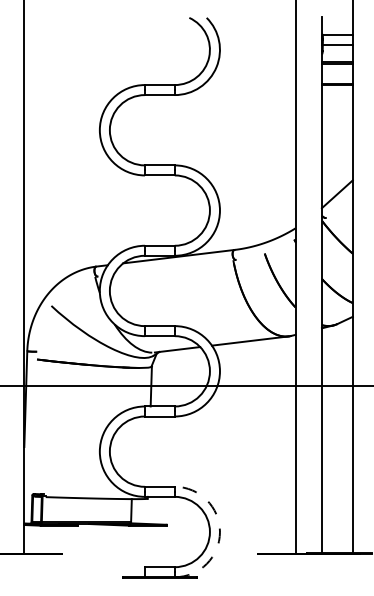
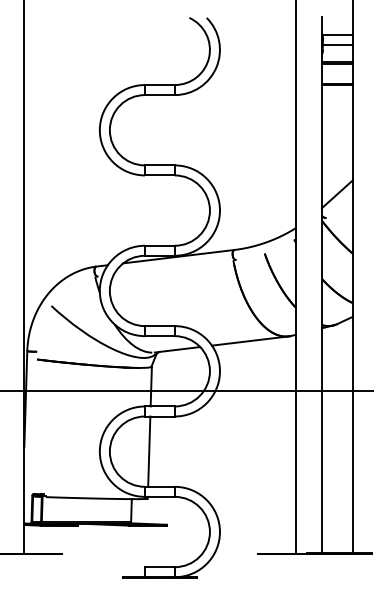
line at (186, 385) position: (186, 385) -> (186, 390)
line at (149, 451): none -> present
arc at (219, 532): dashed -> solid
